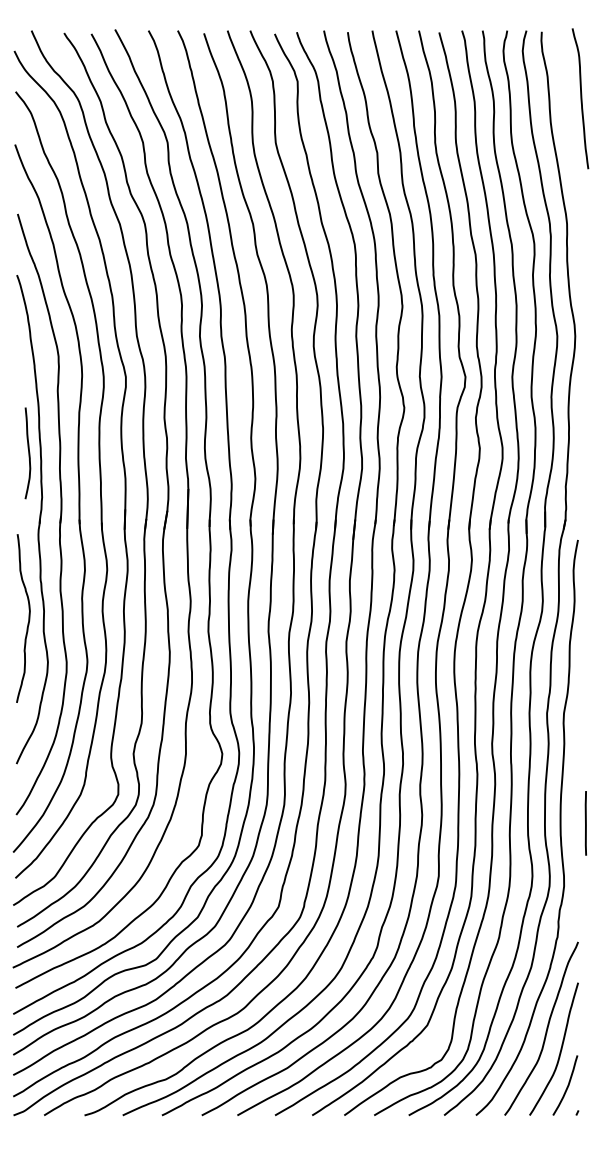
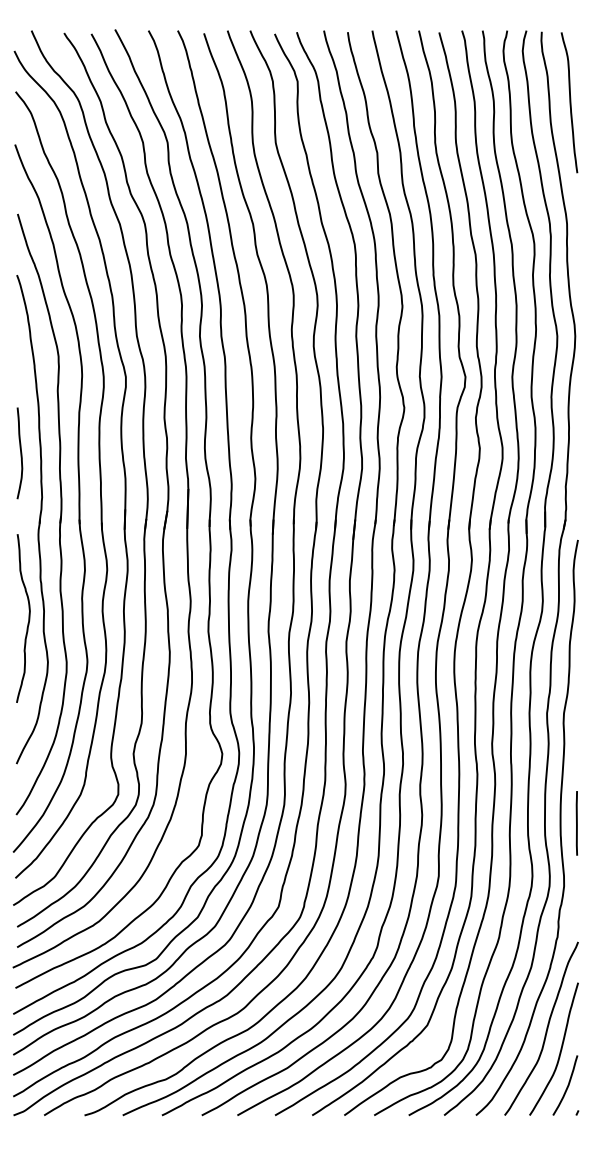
curve at (580, 98) position: (580, 98) -> (569, 102)
curve at (28, 453) position: (28, 453) -> (20, 453)
line at (585, 823) position: (585, 823) -> (576, 823)
